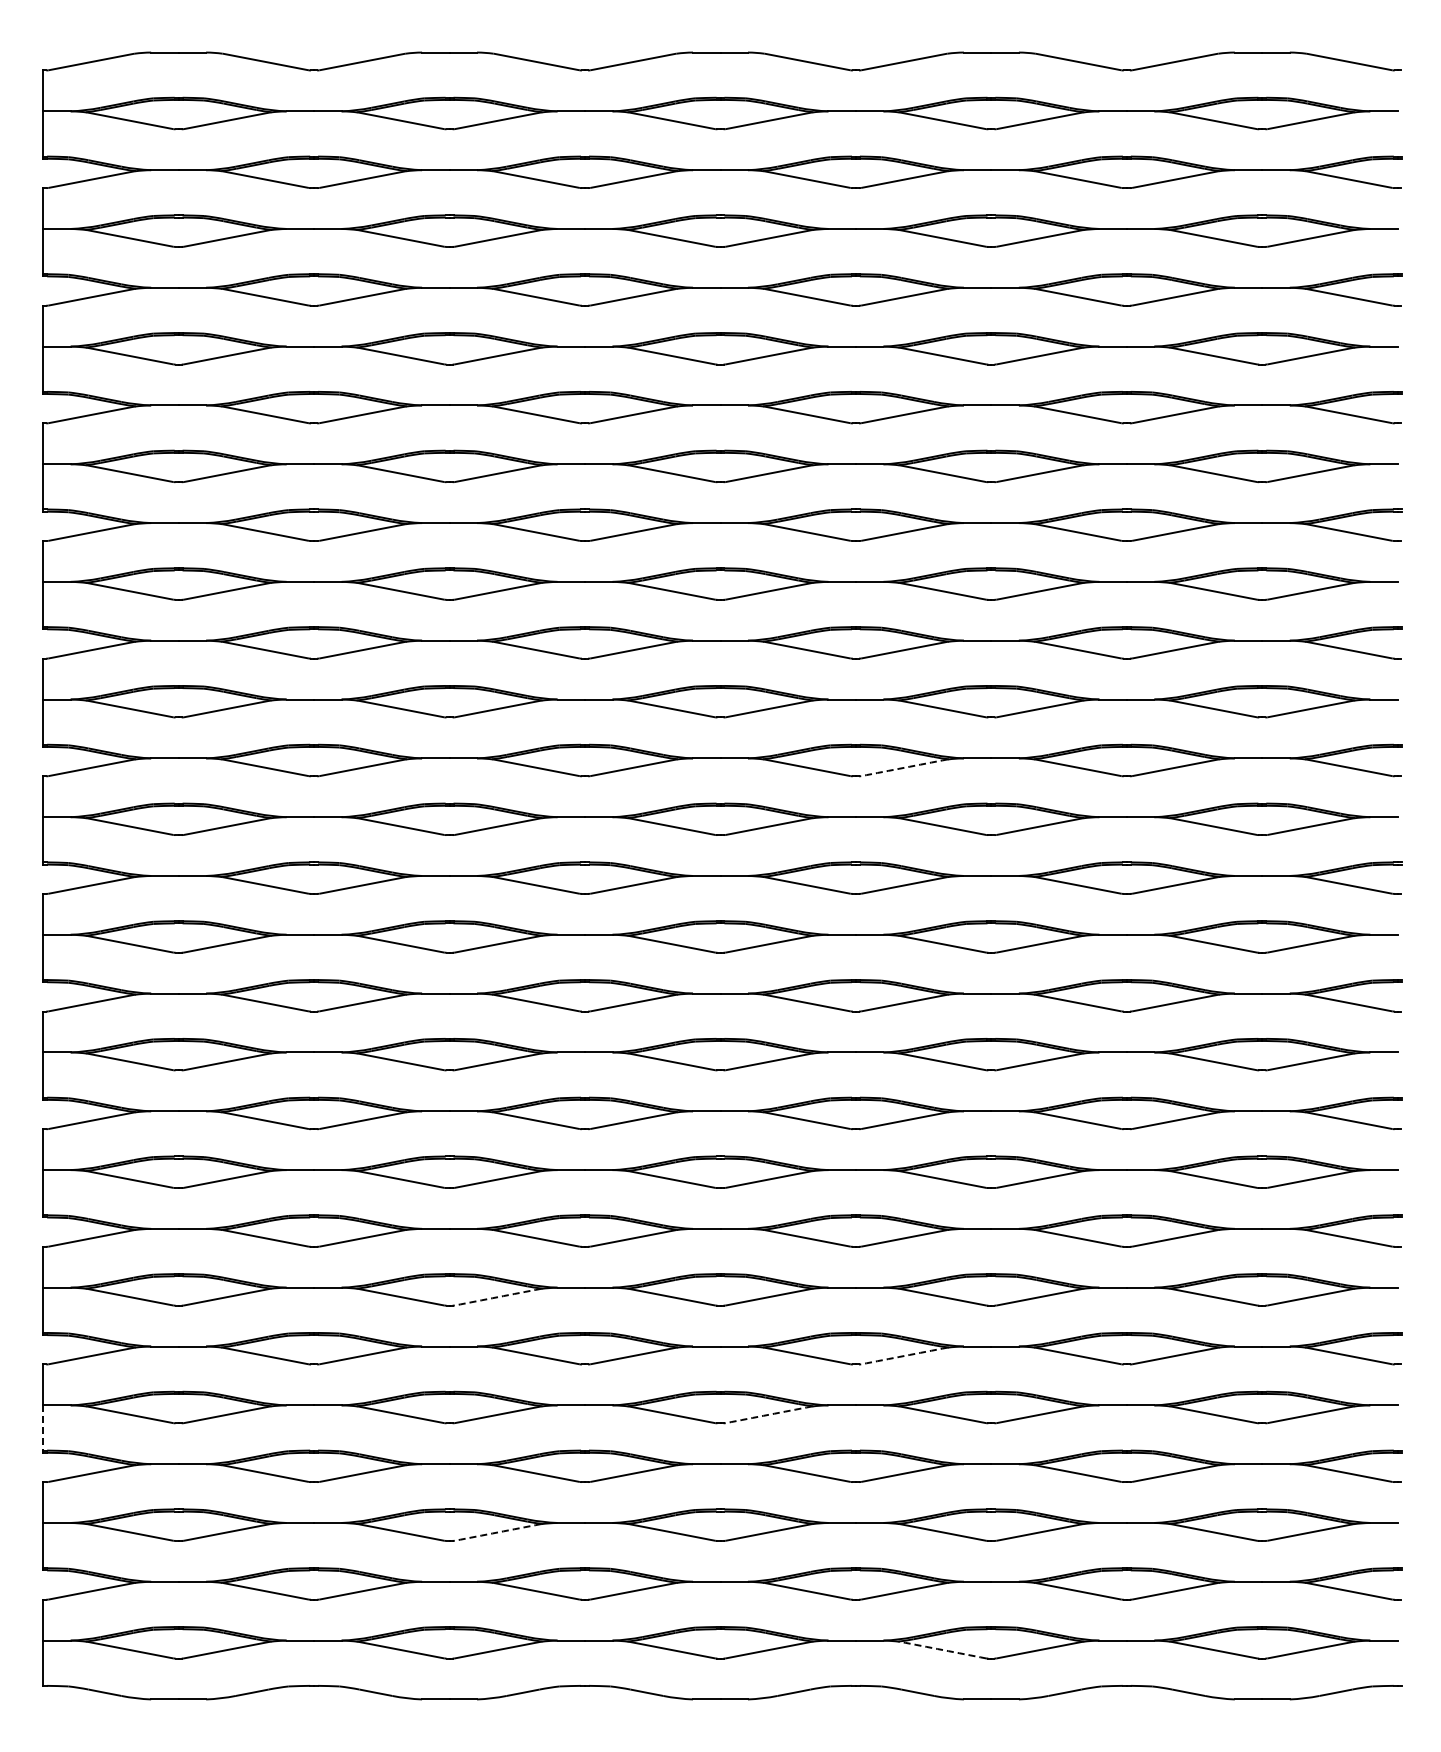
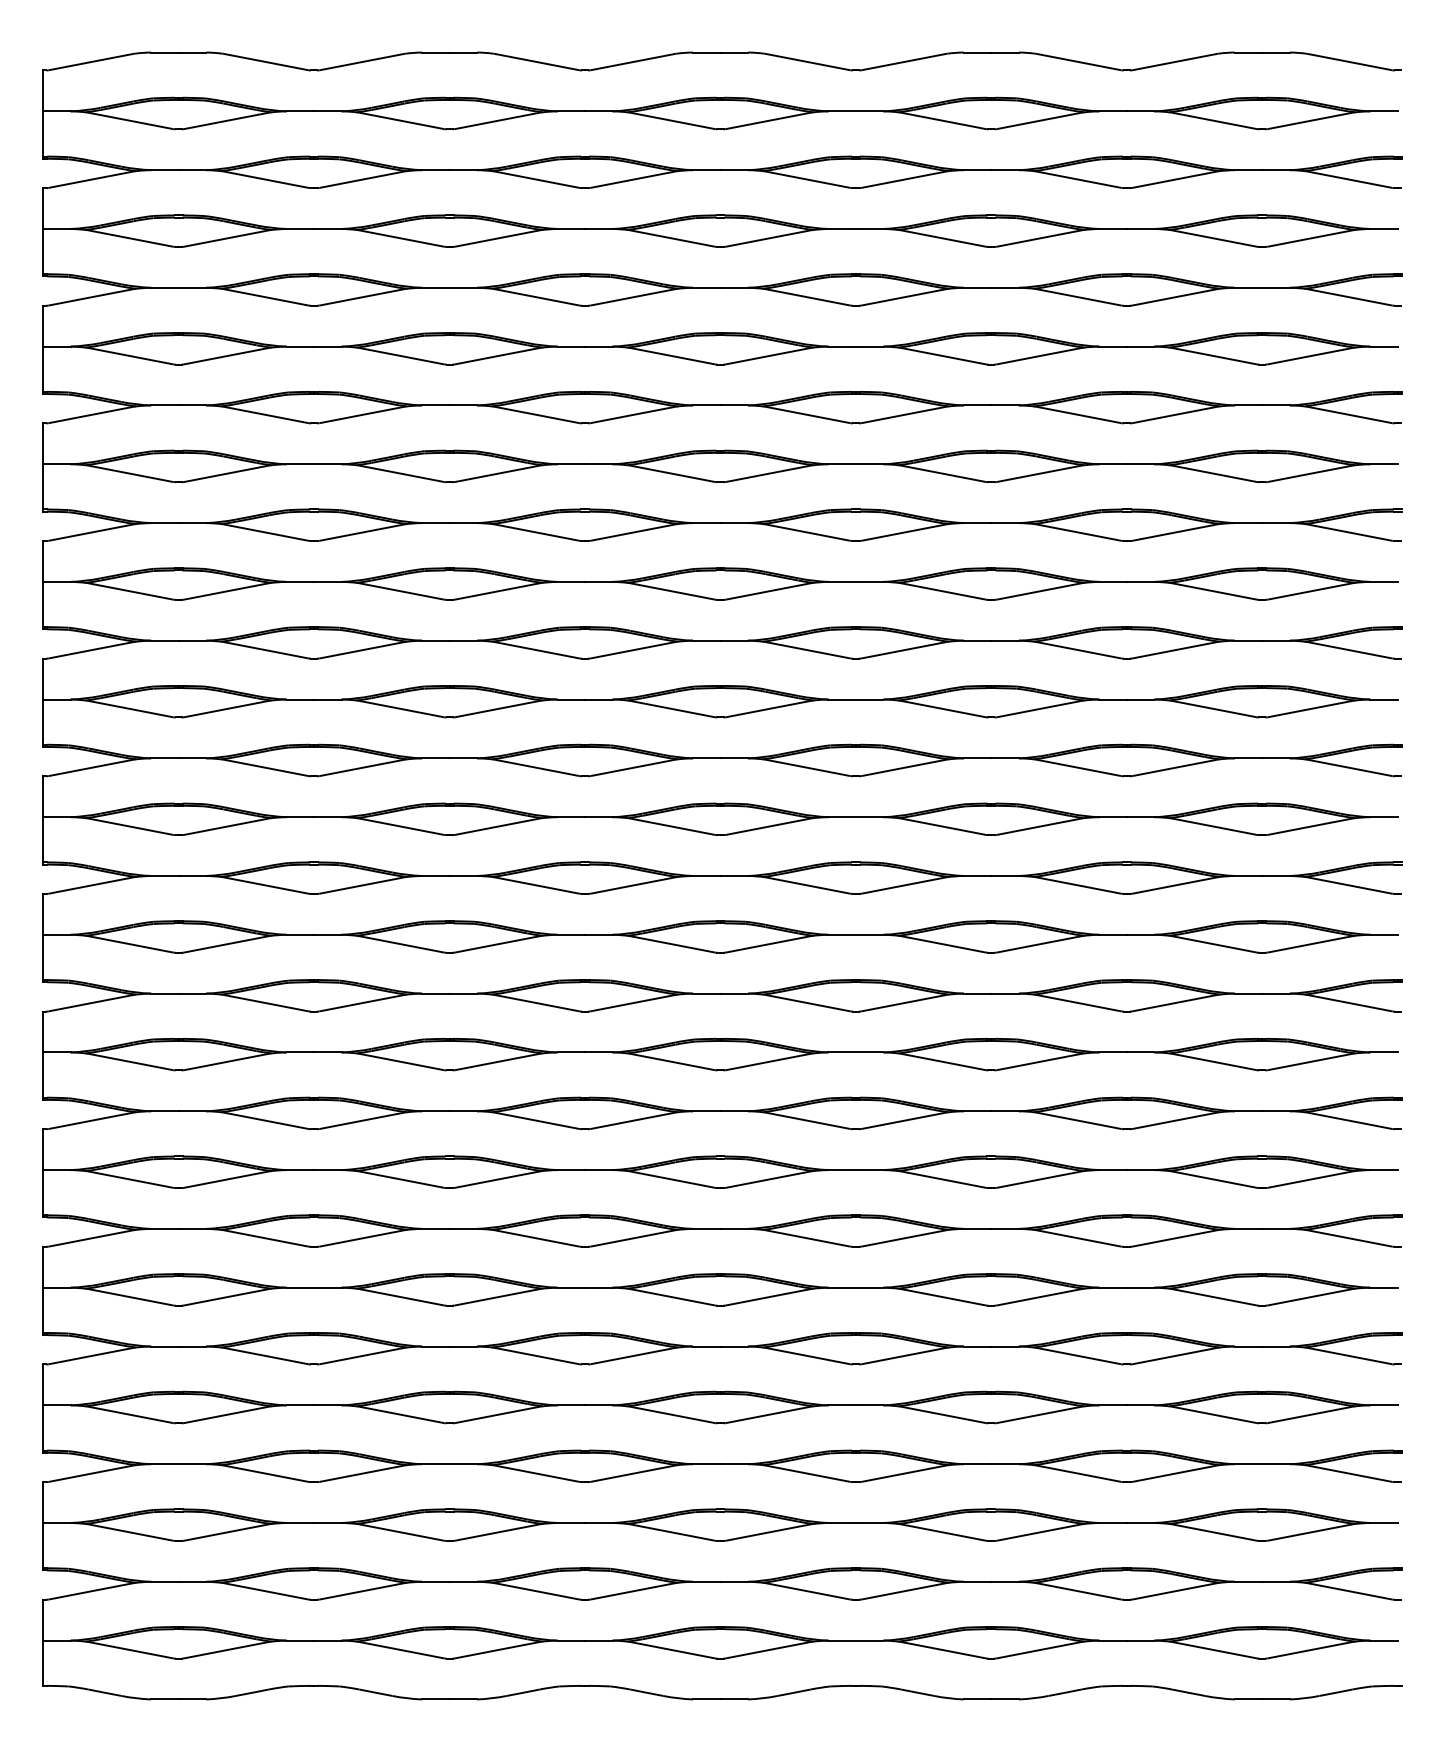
arc at (904, 767): dashed -> solid
arc at (498, 1297): dashed -> solid
arc at (904, 1355): dashed -> solid
arc at (768, 1414): dashed -> solid
line at (43, 1427): dashed -> solid
arc at (498, 1532): dashed -> solid
arc at (942, 1650): dashed -> solid
